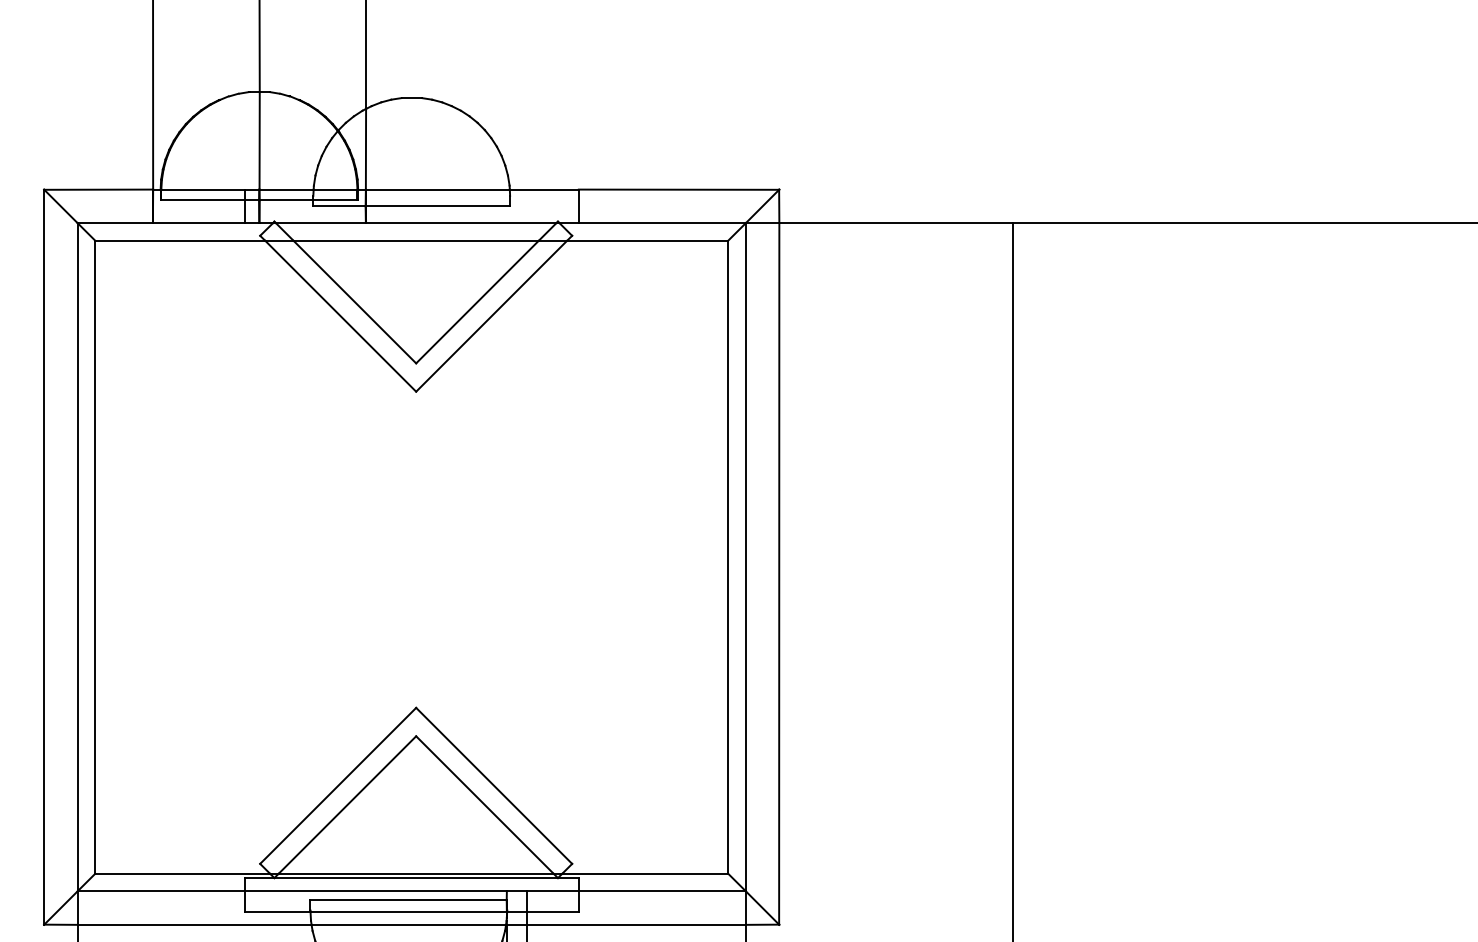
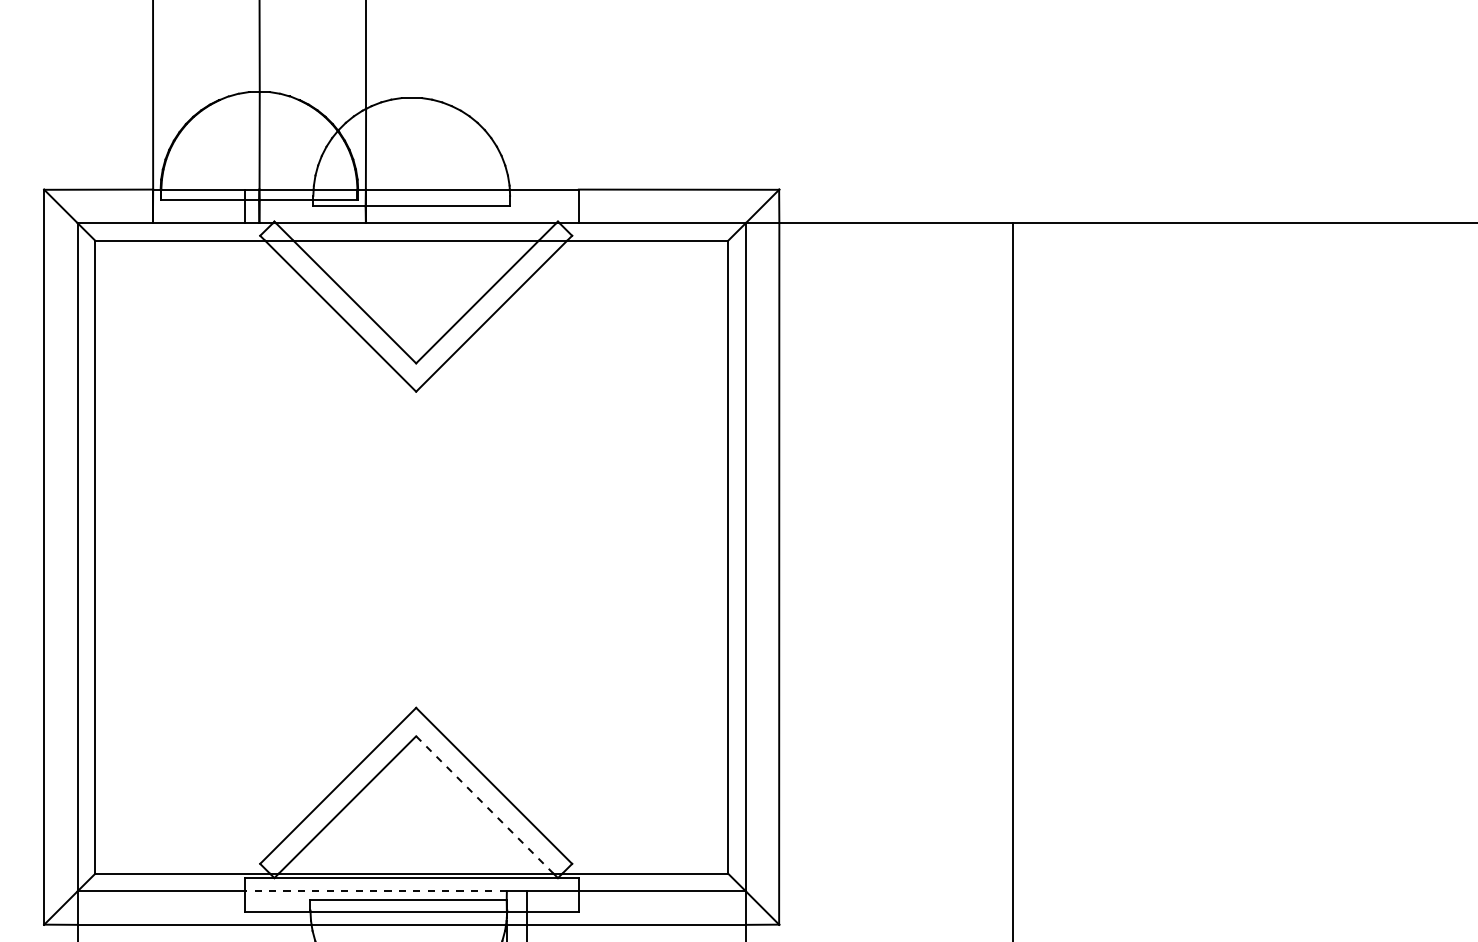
line at (485, 805): solid -> dashed
line at (375, 891): solid -> dashed
